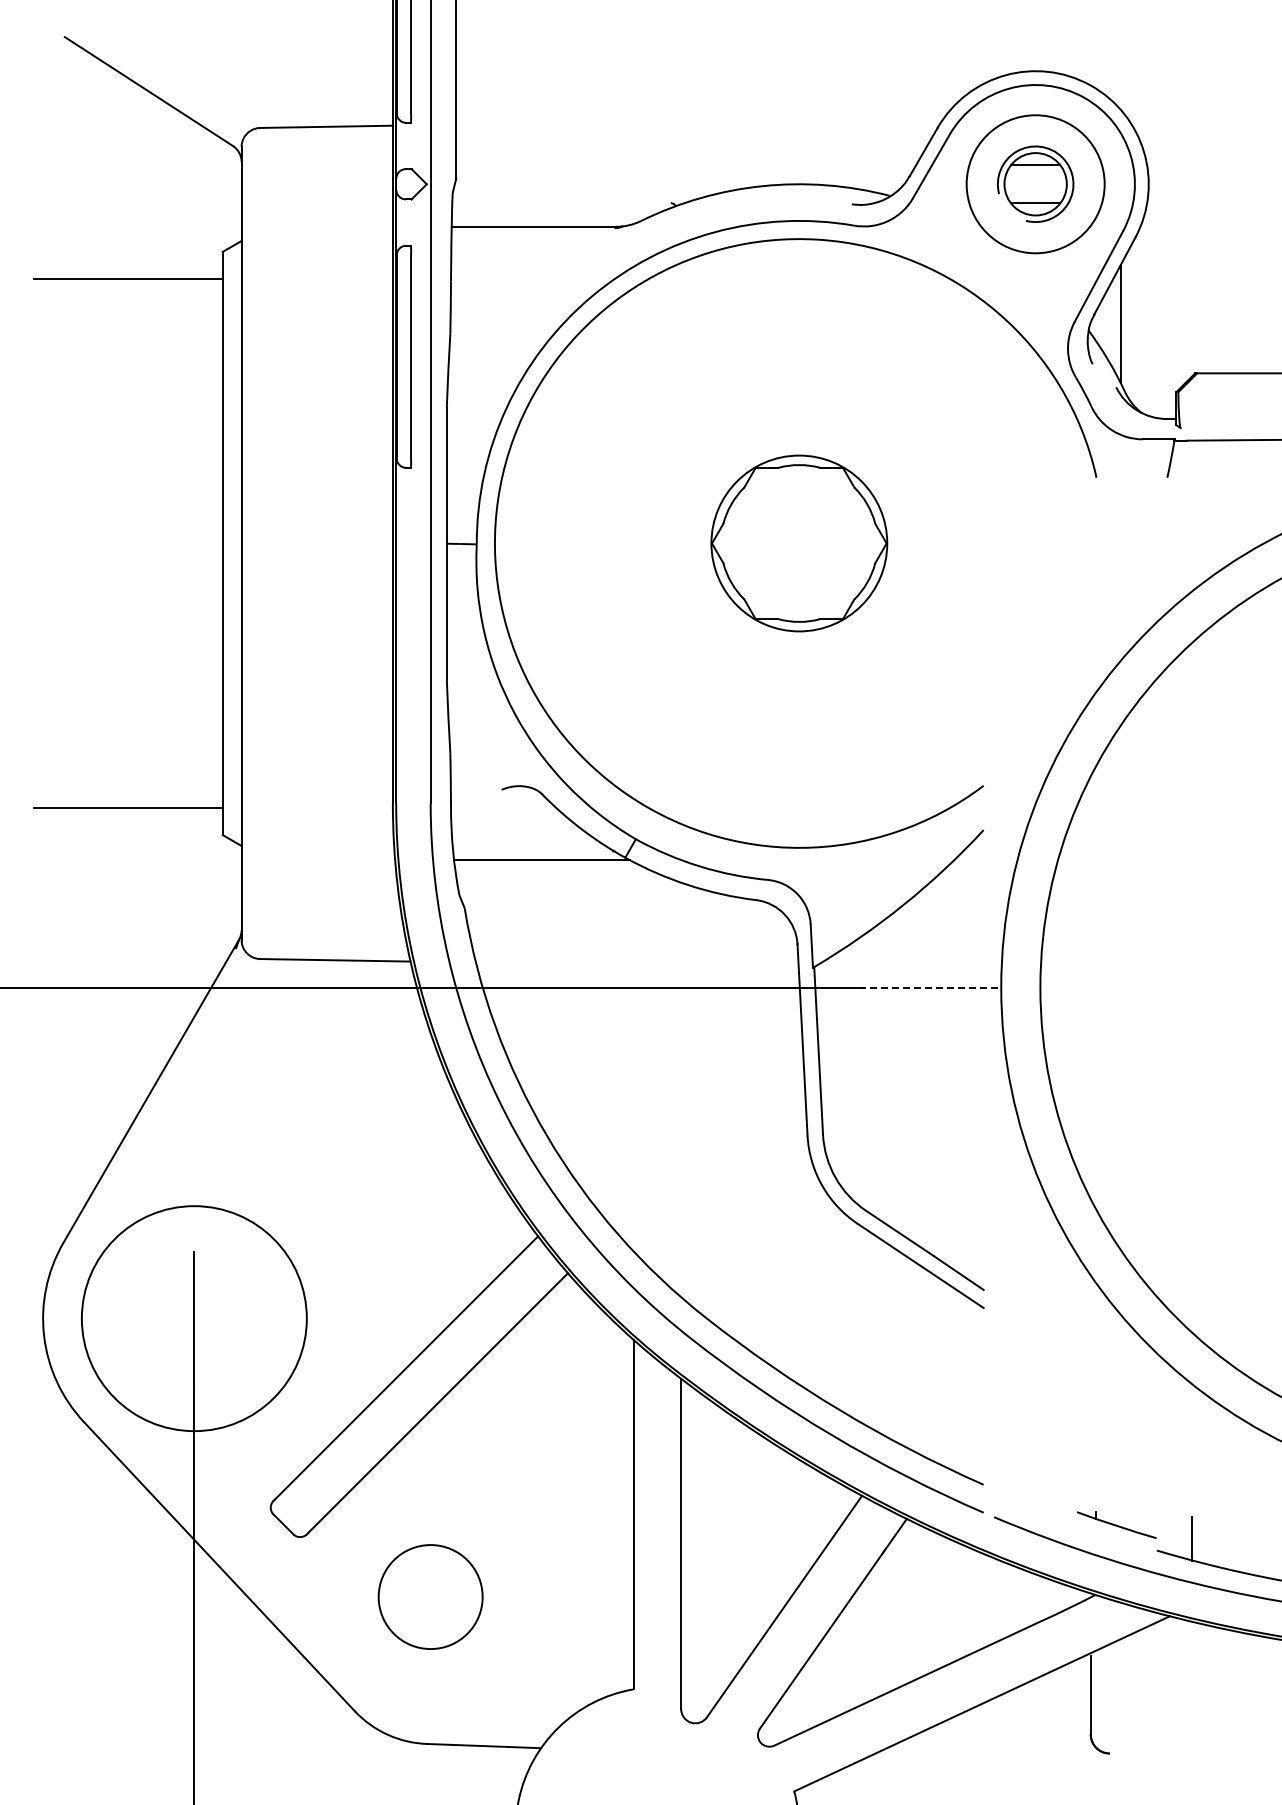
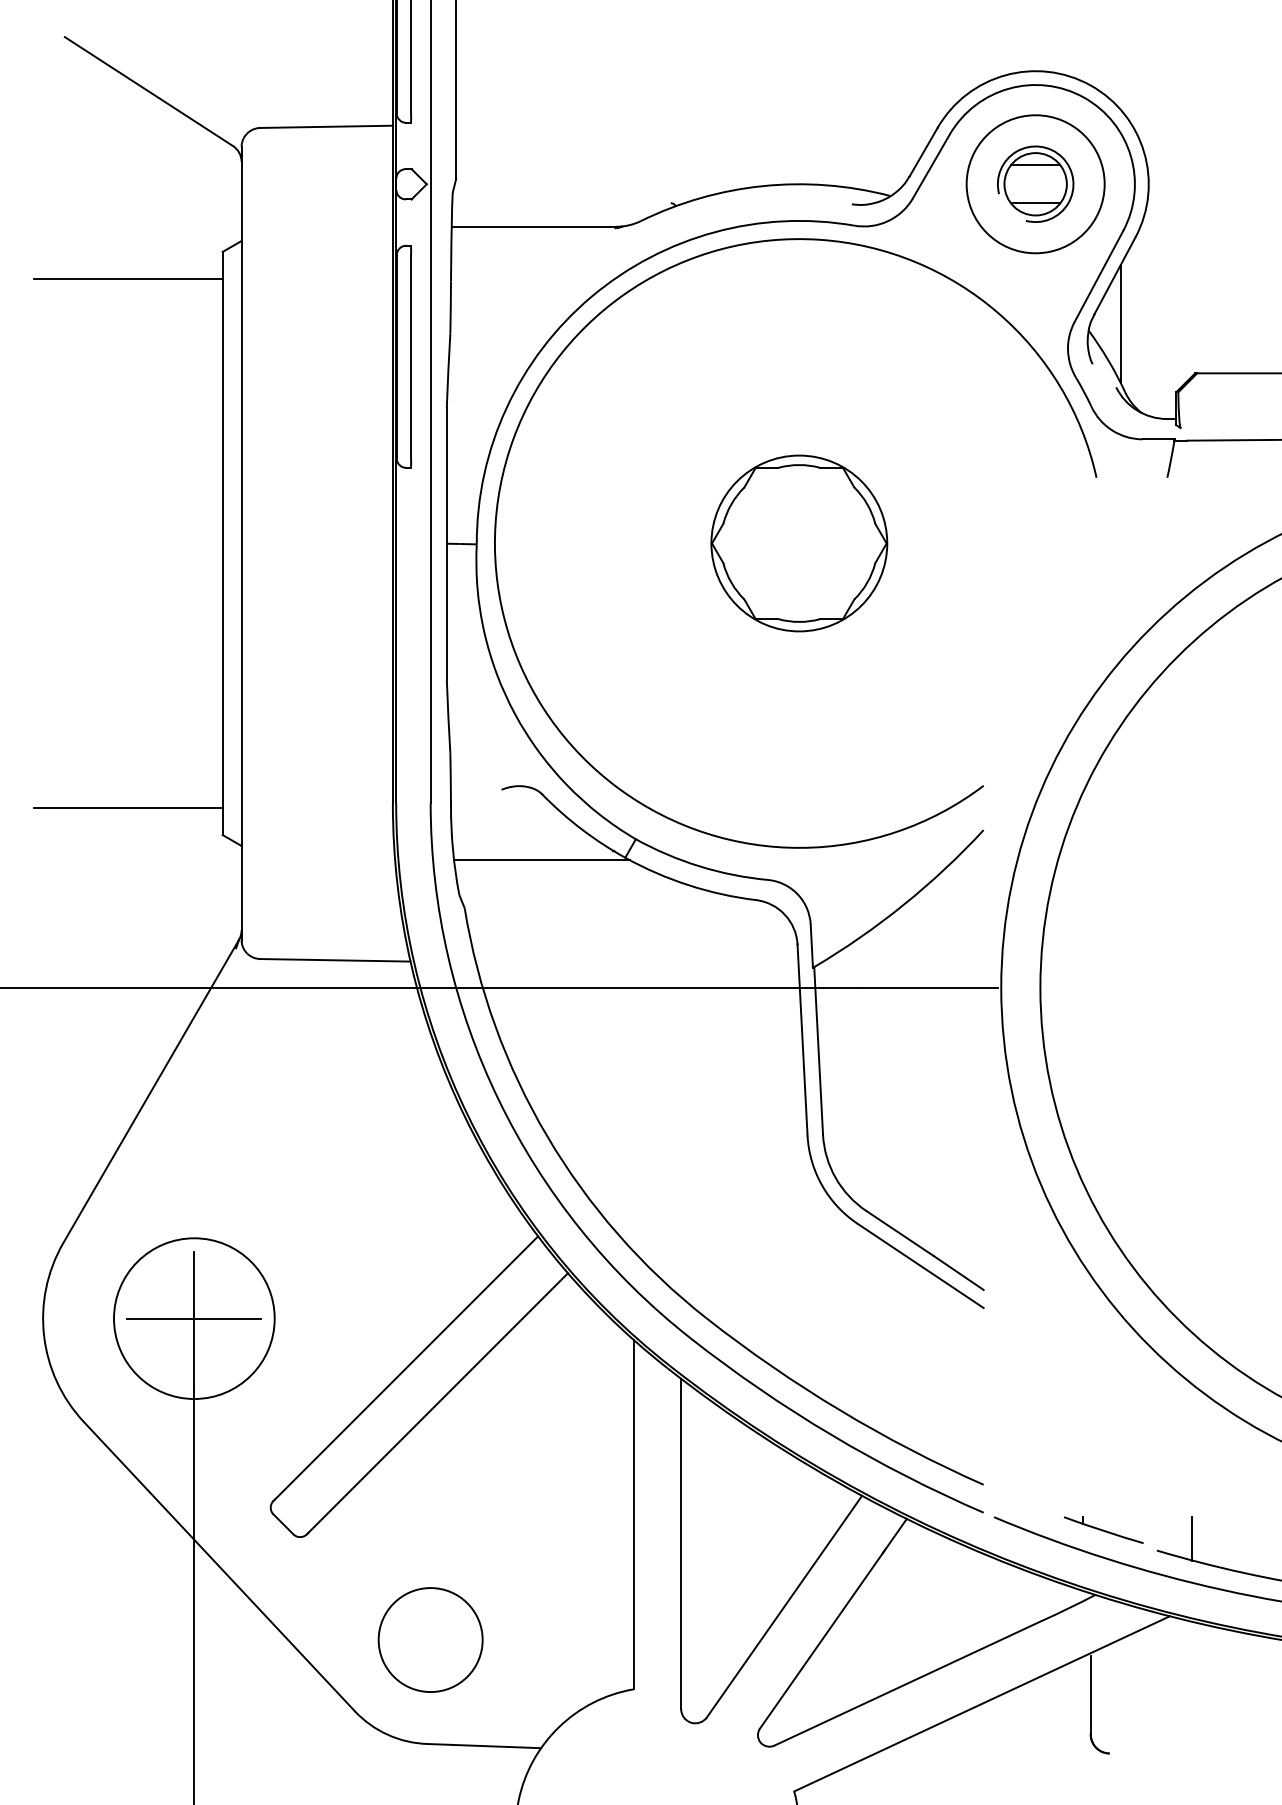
line at (929, 987): dashed -> solid
circle at (193, 1318) diameter: 225 px -> 161 px
line at (194, 1318): none -> present
part at (1116, 1524) position: (1116, 1524) -> (1103, 1529)
circle at (430, 1596) position: (430, 1596) -> (430, 1639)
